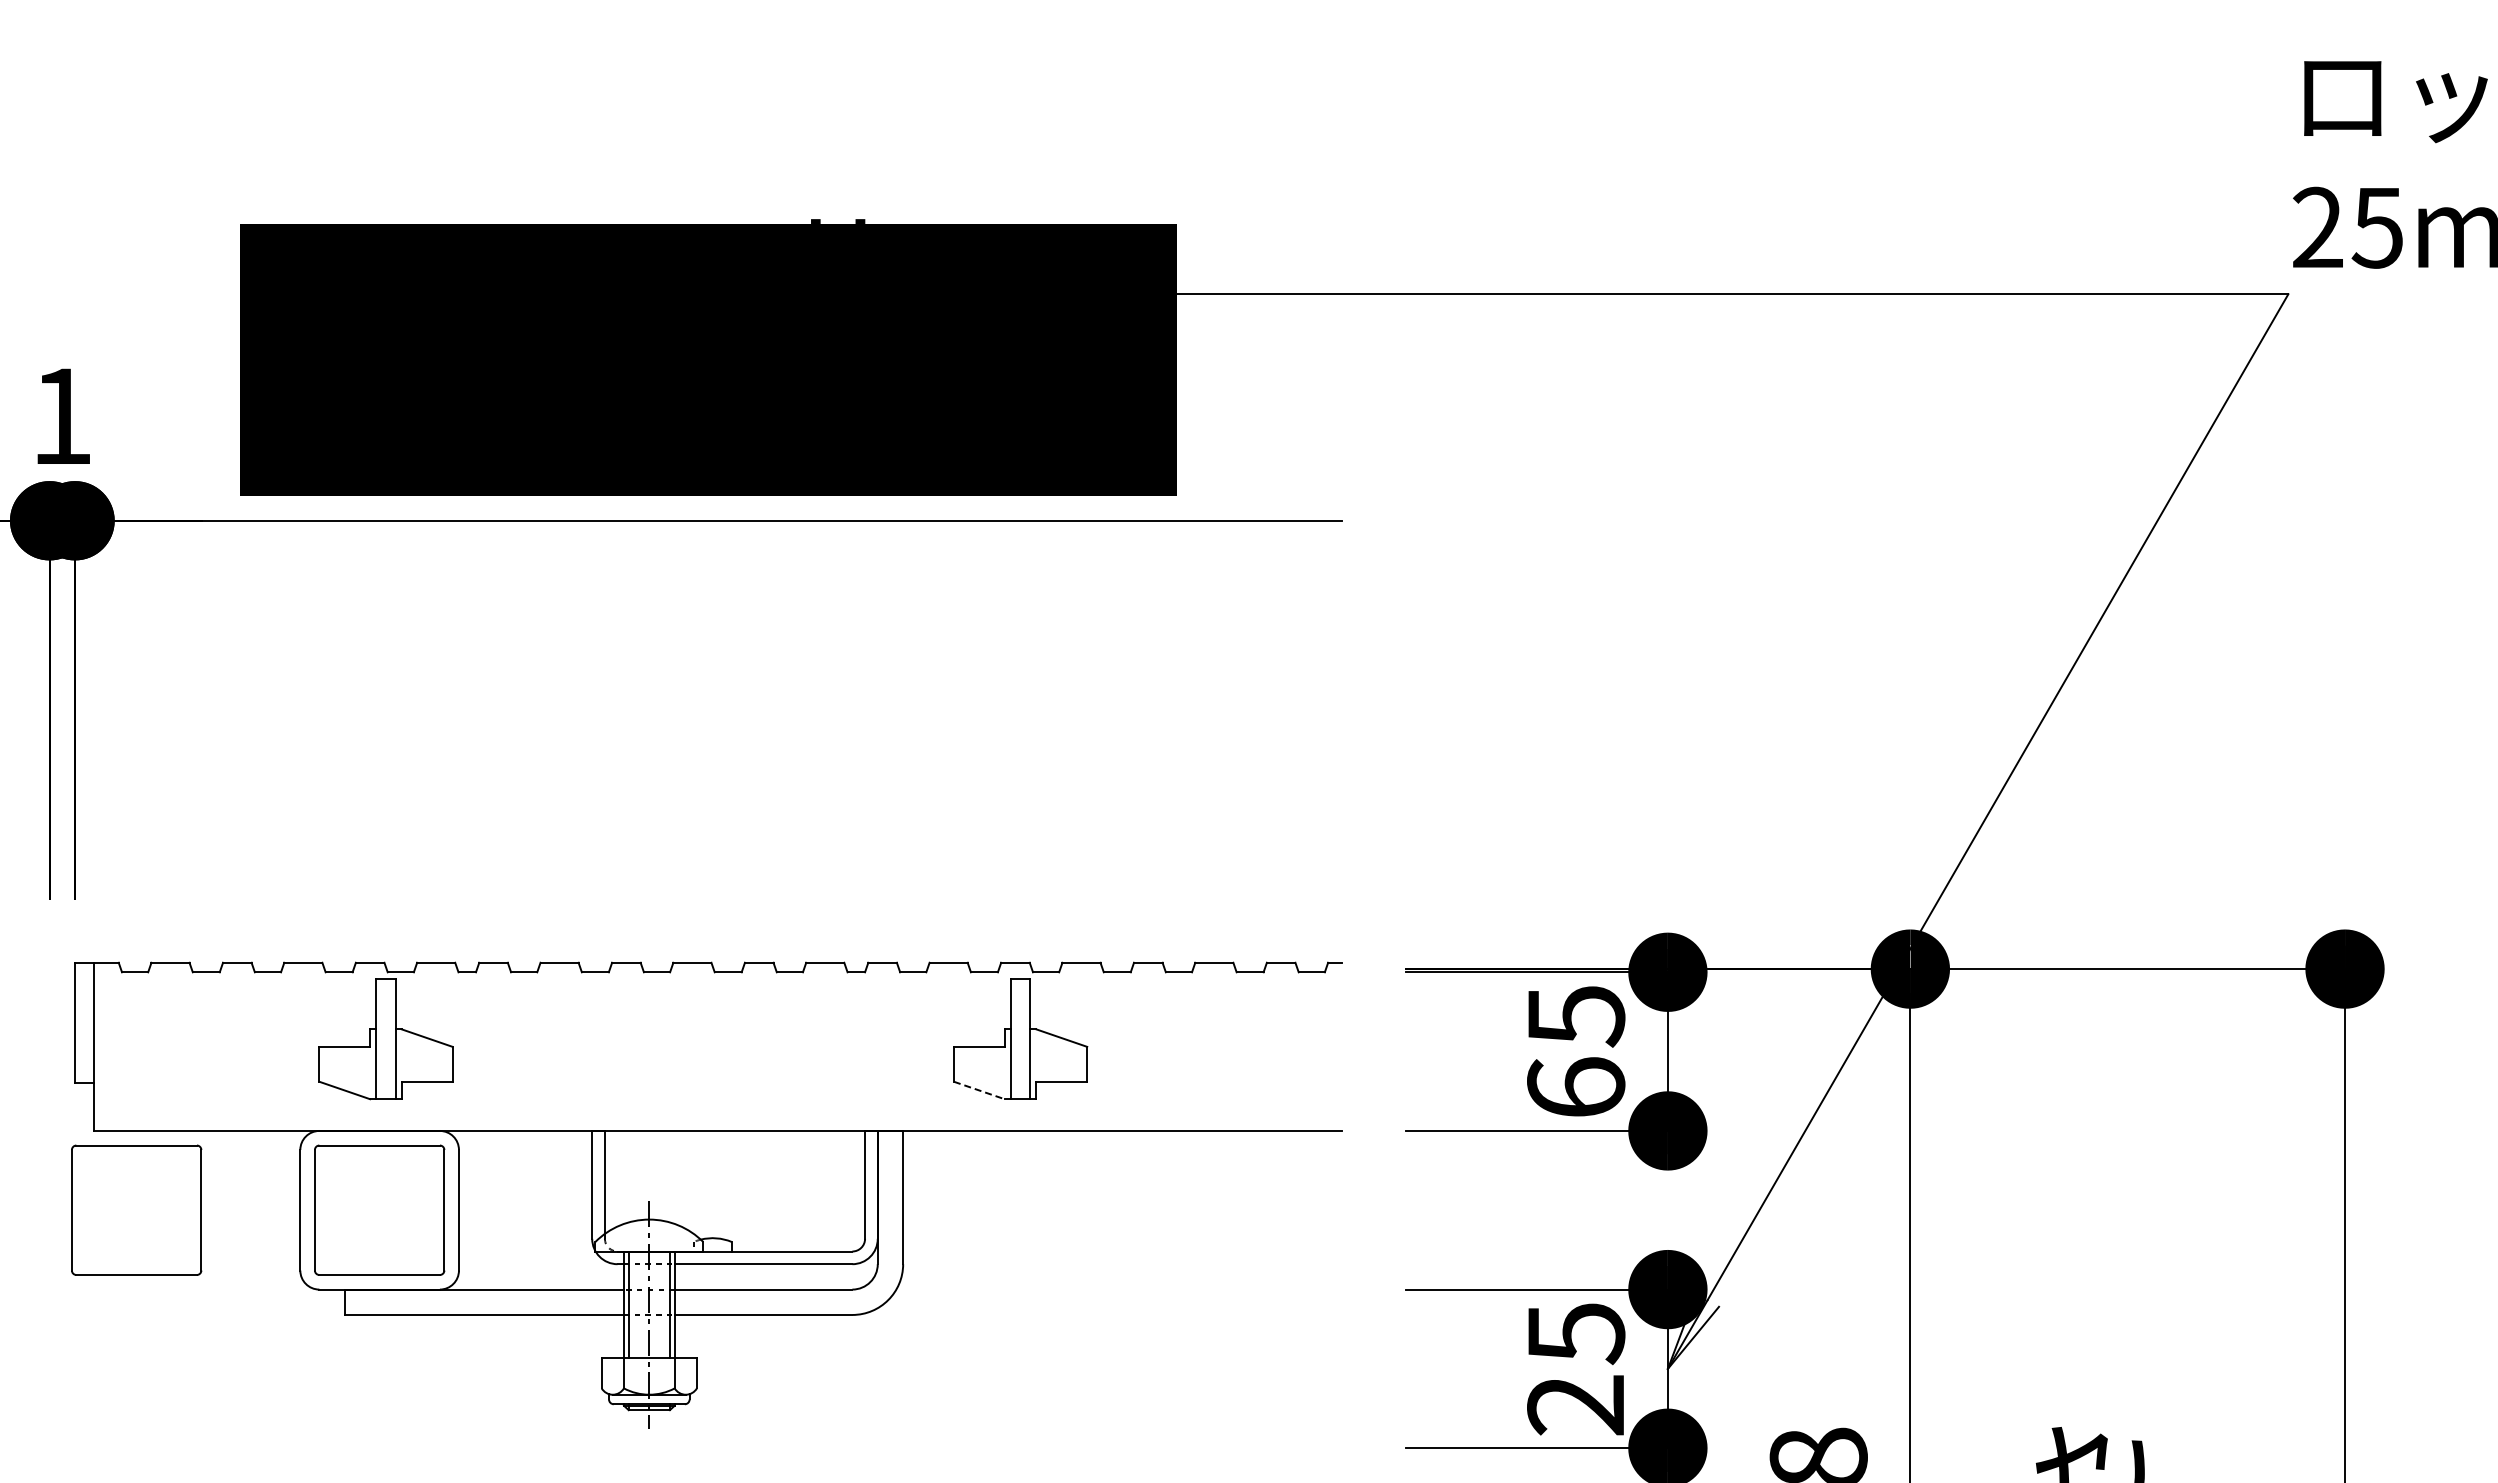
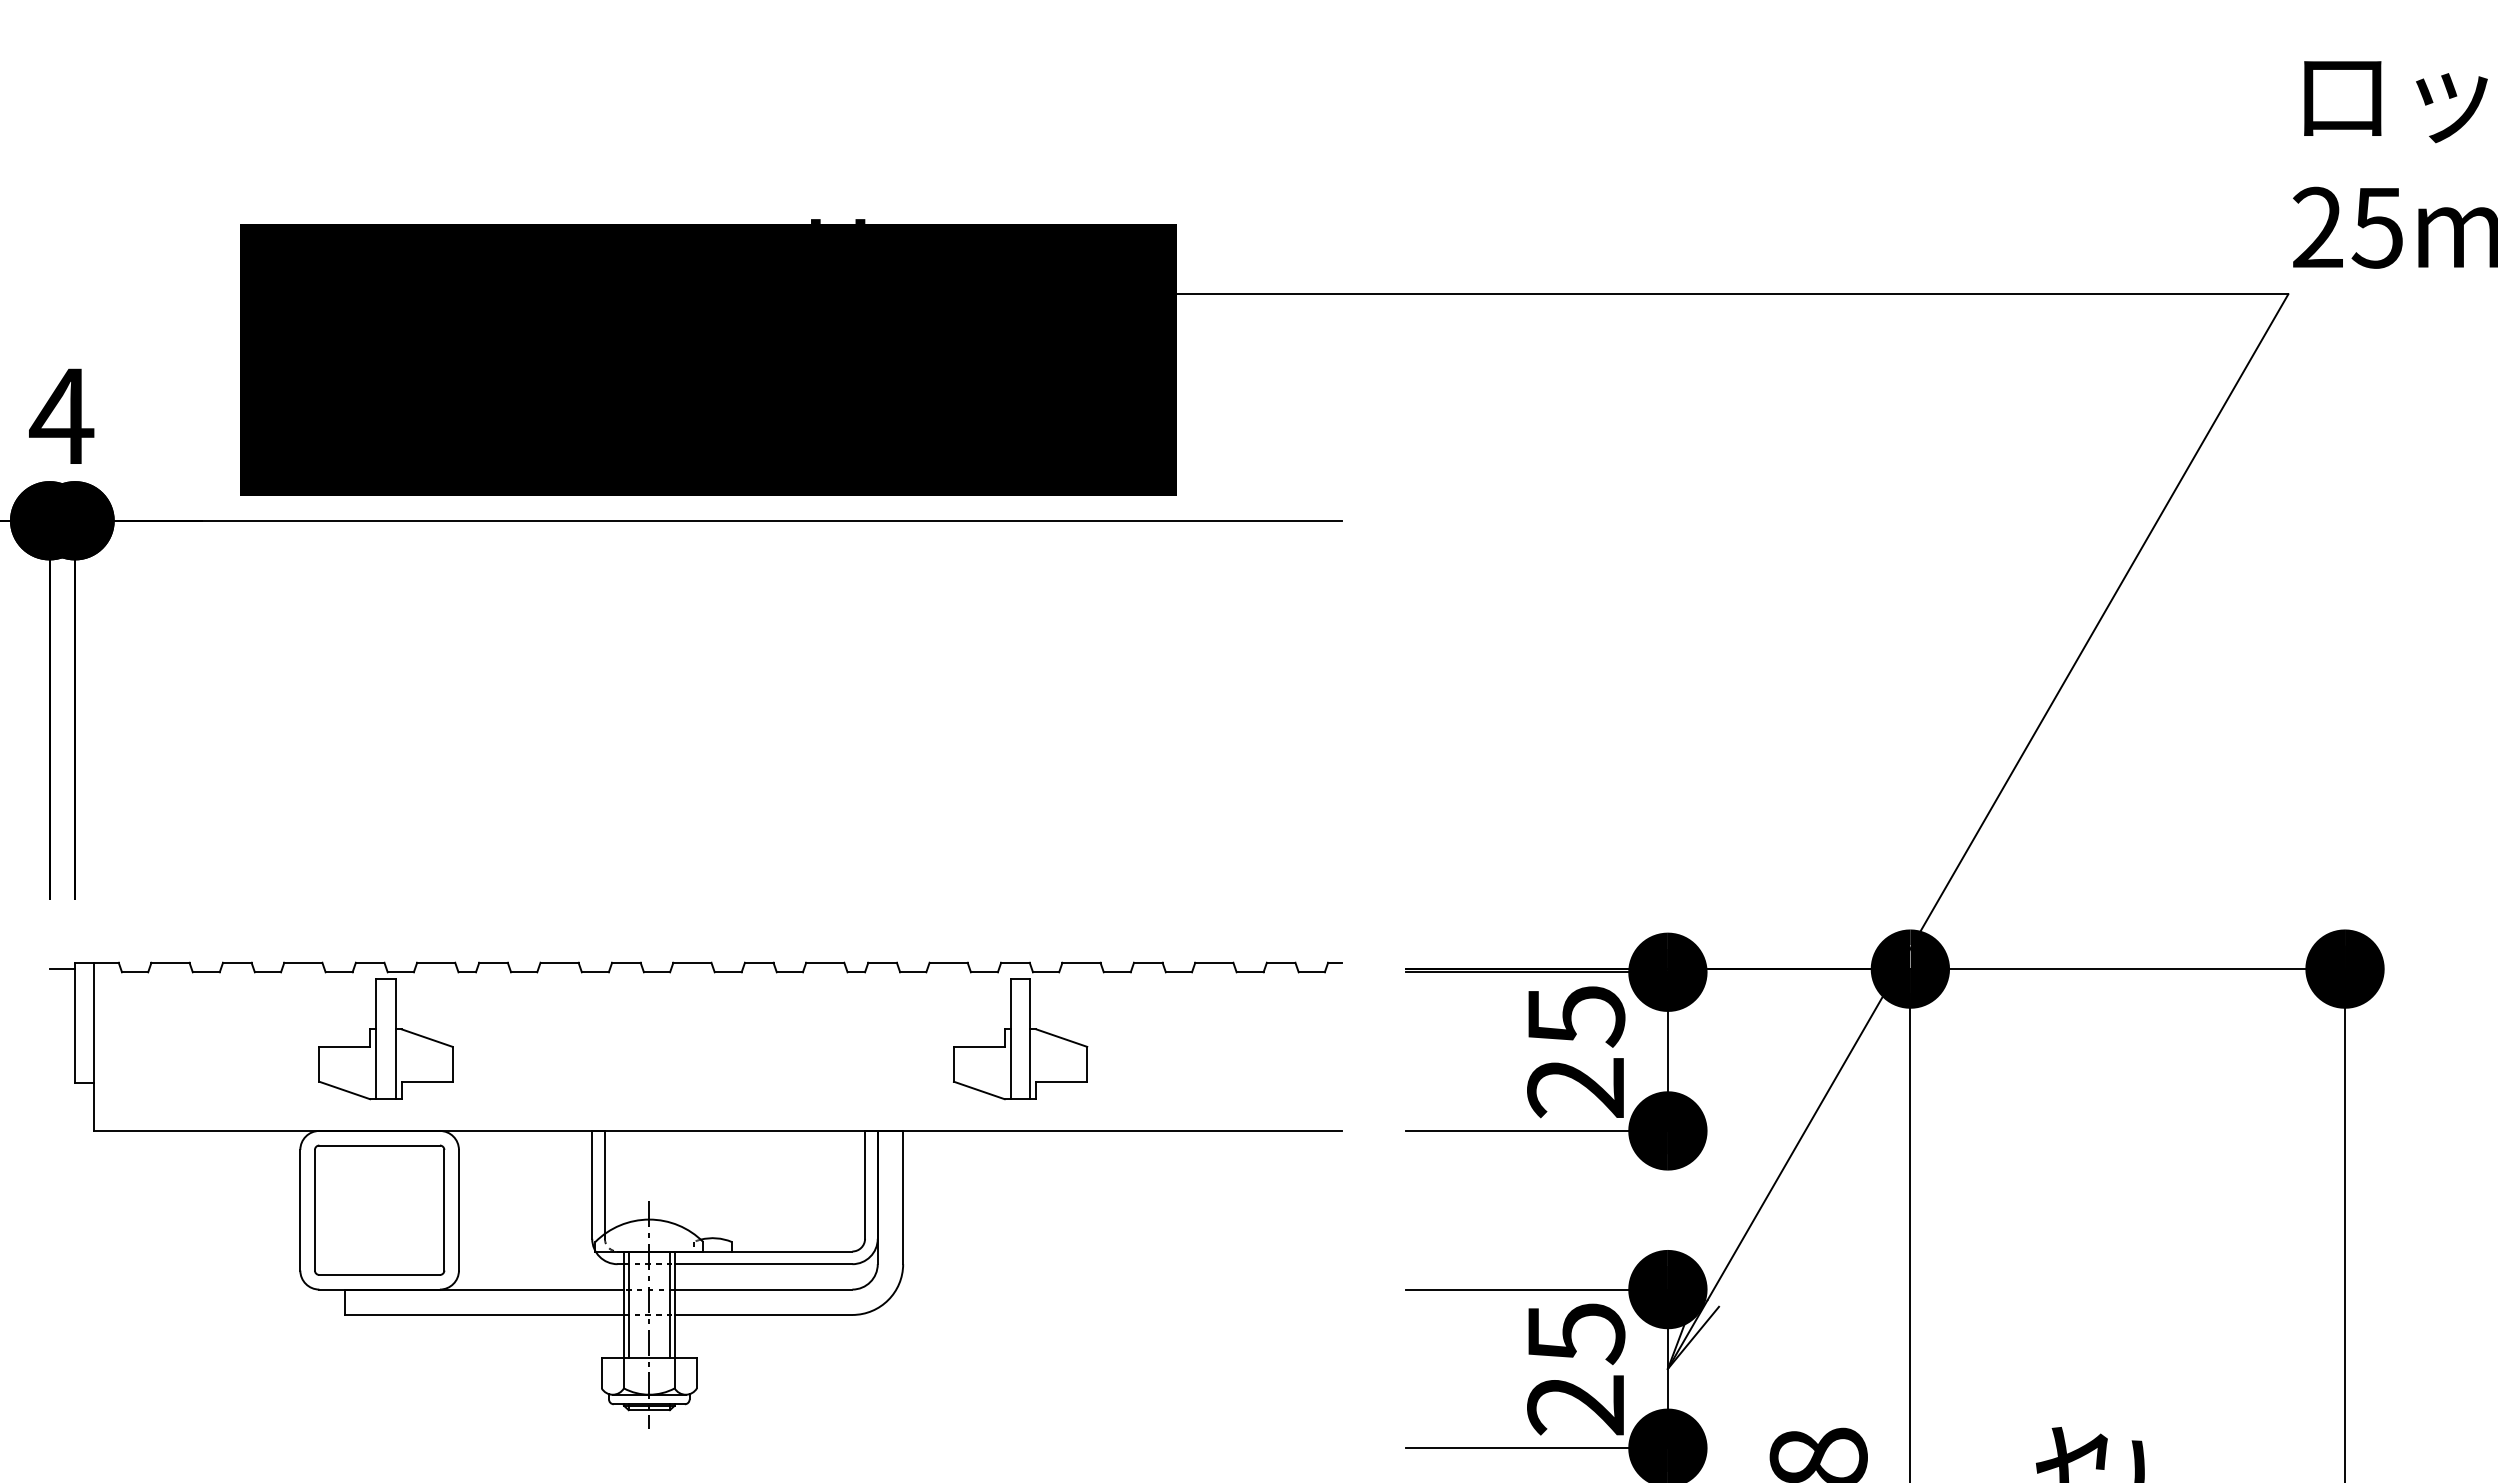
text at (61, 415): 1 -> 4
line at (62, 969): none -> present
text at (1576, 1087): 65 -> 25
line at (979, 1090): dashed -> solid
part at (136, 1209): present -> none
